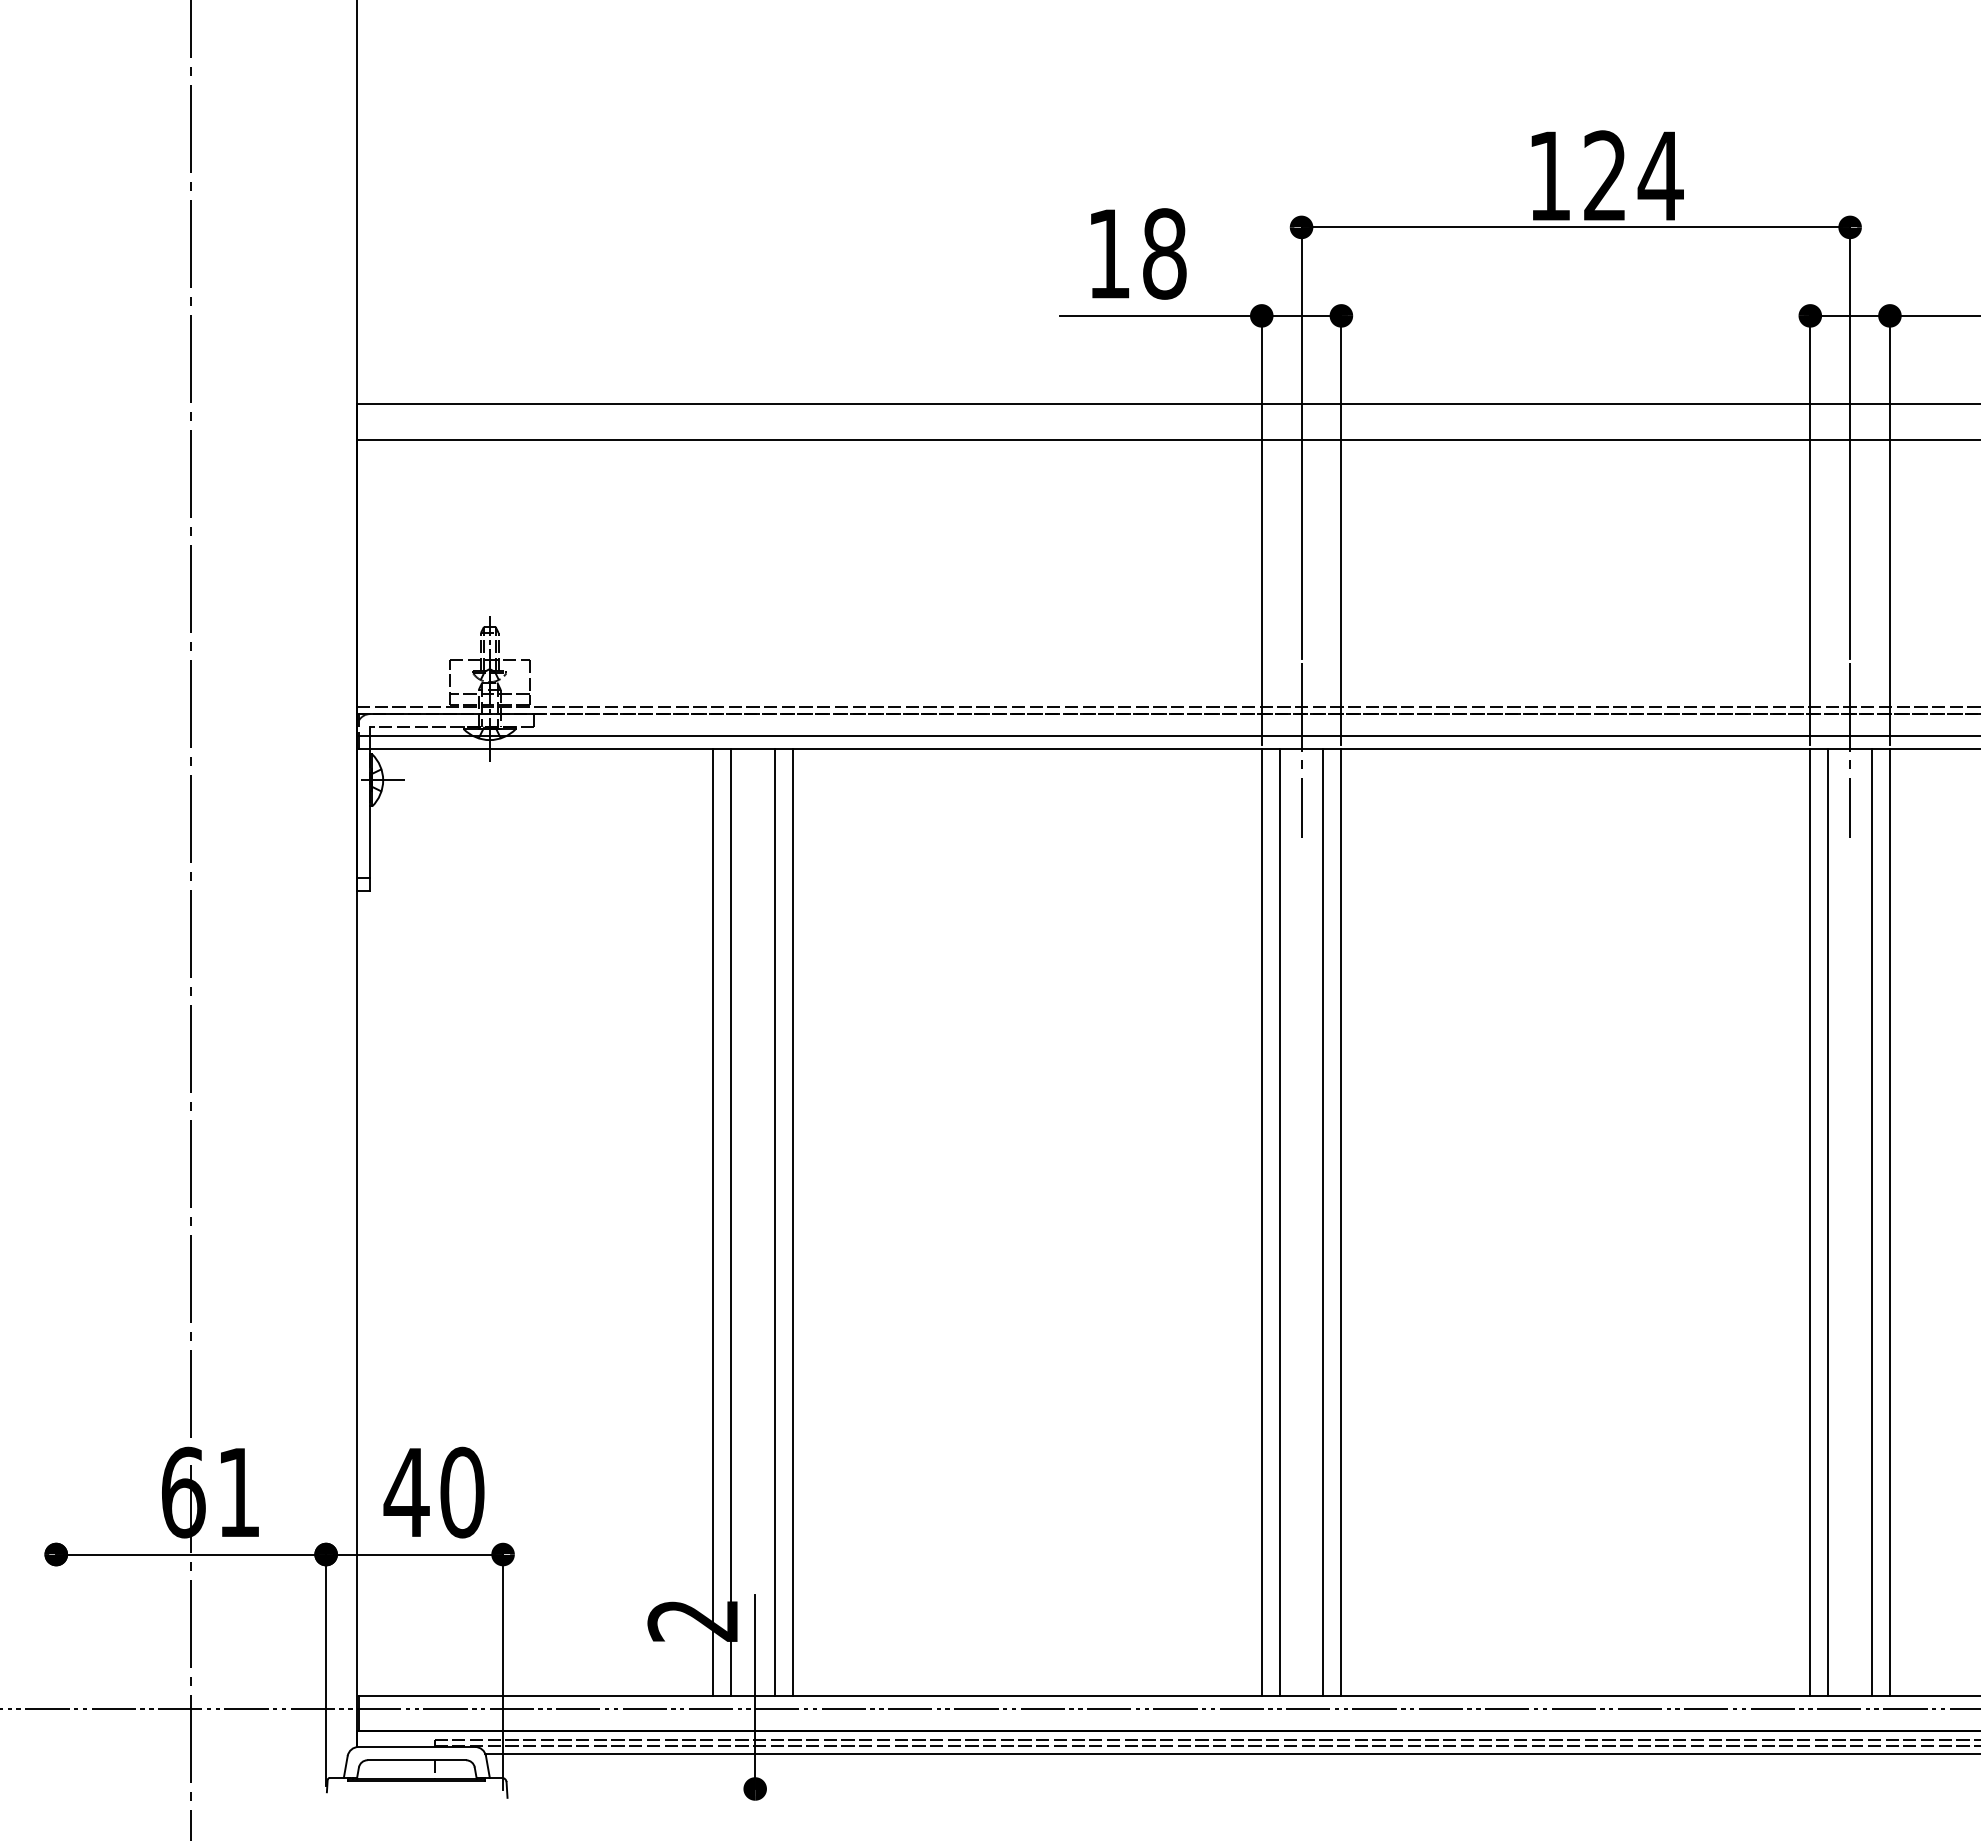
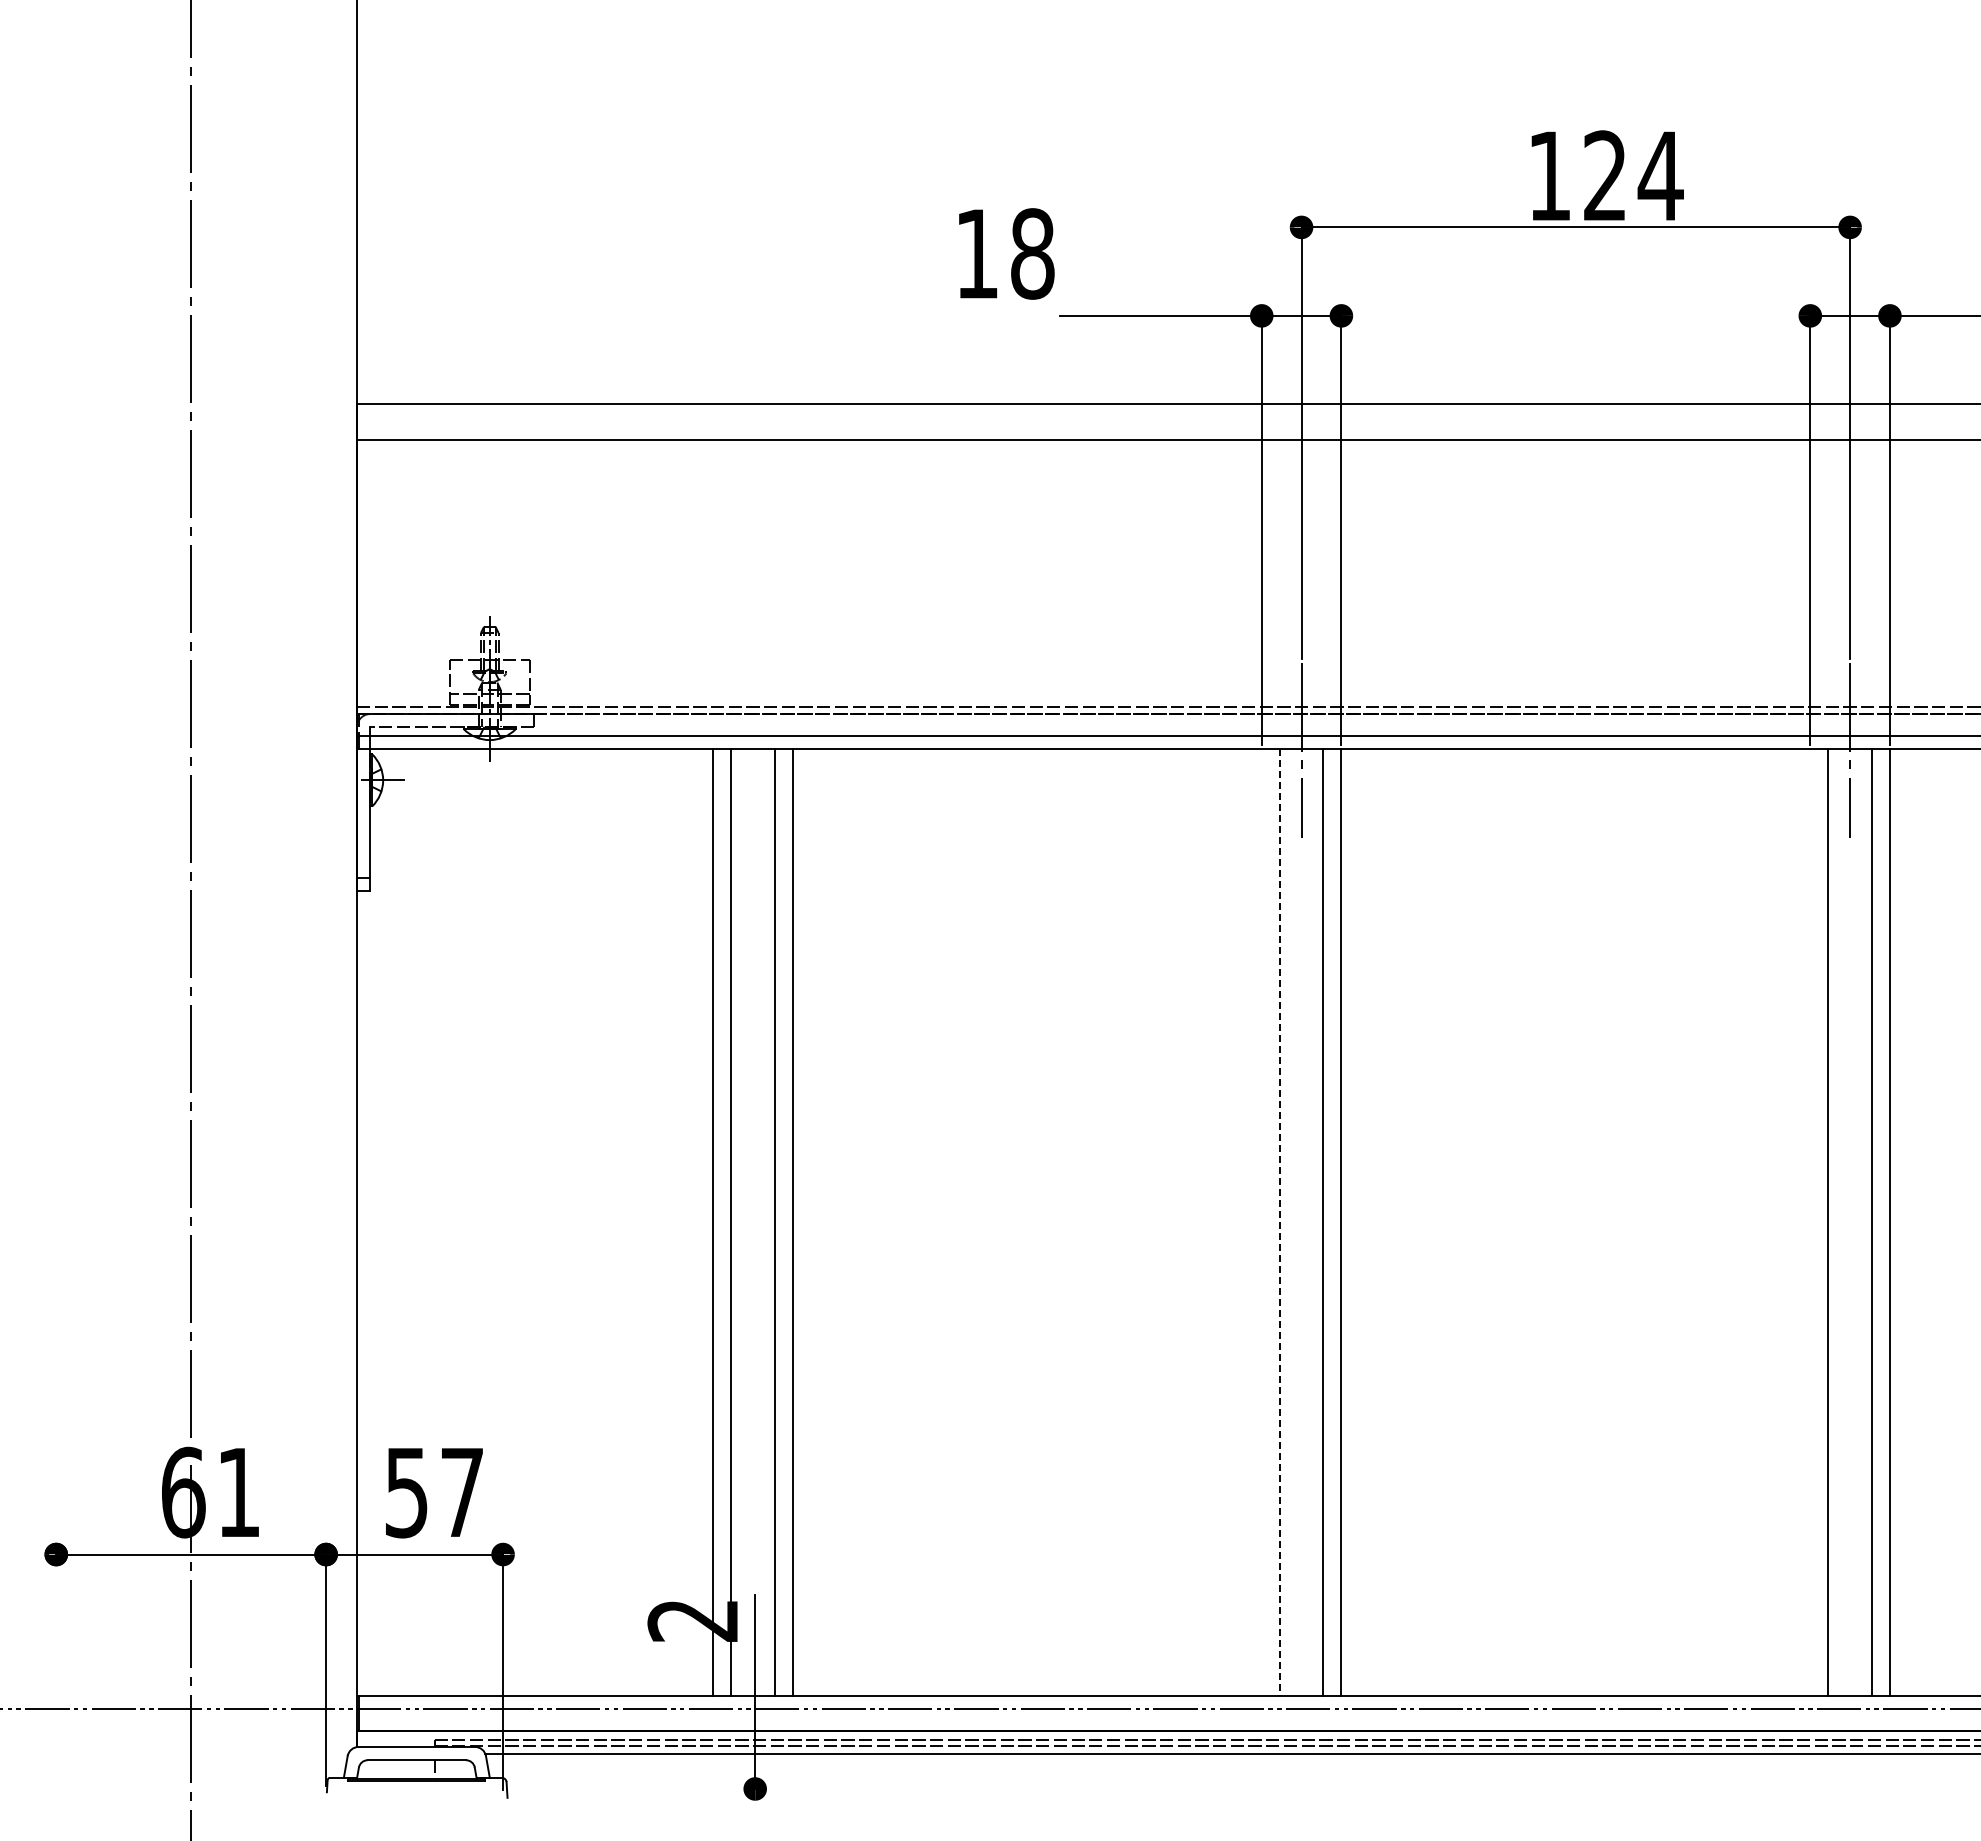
text at (1138, 253) position: (1138, 253) -> (1006, 253)
line at (1261, 1222): present -> none
line at (1810, 1222): present -> none
line at (1279, 1223): solid -> dashed
text at (433, 1492): 40 -> 57
